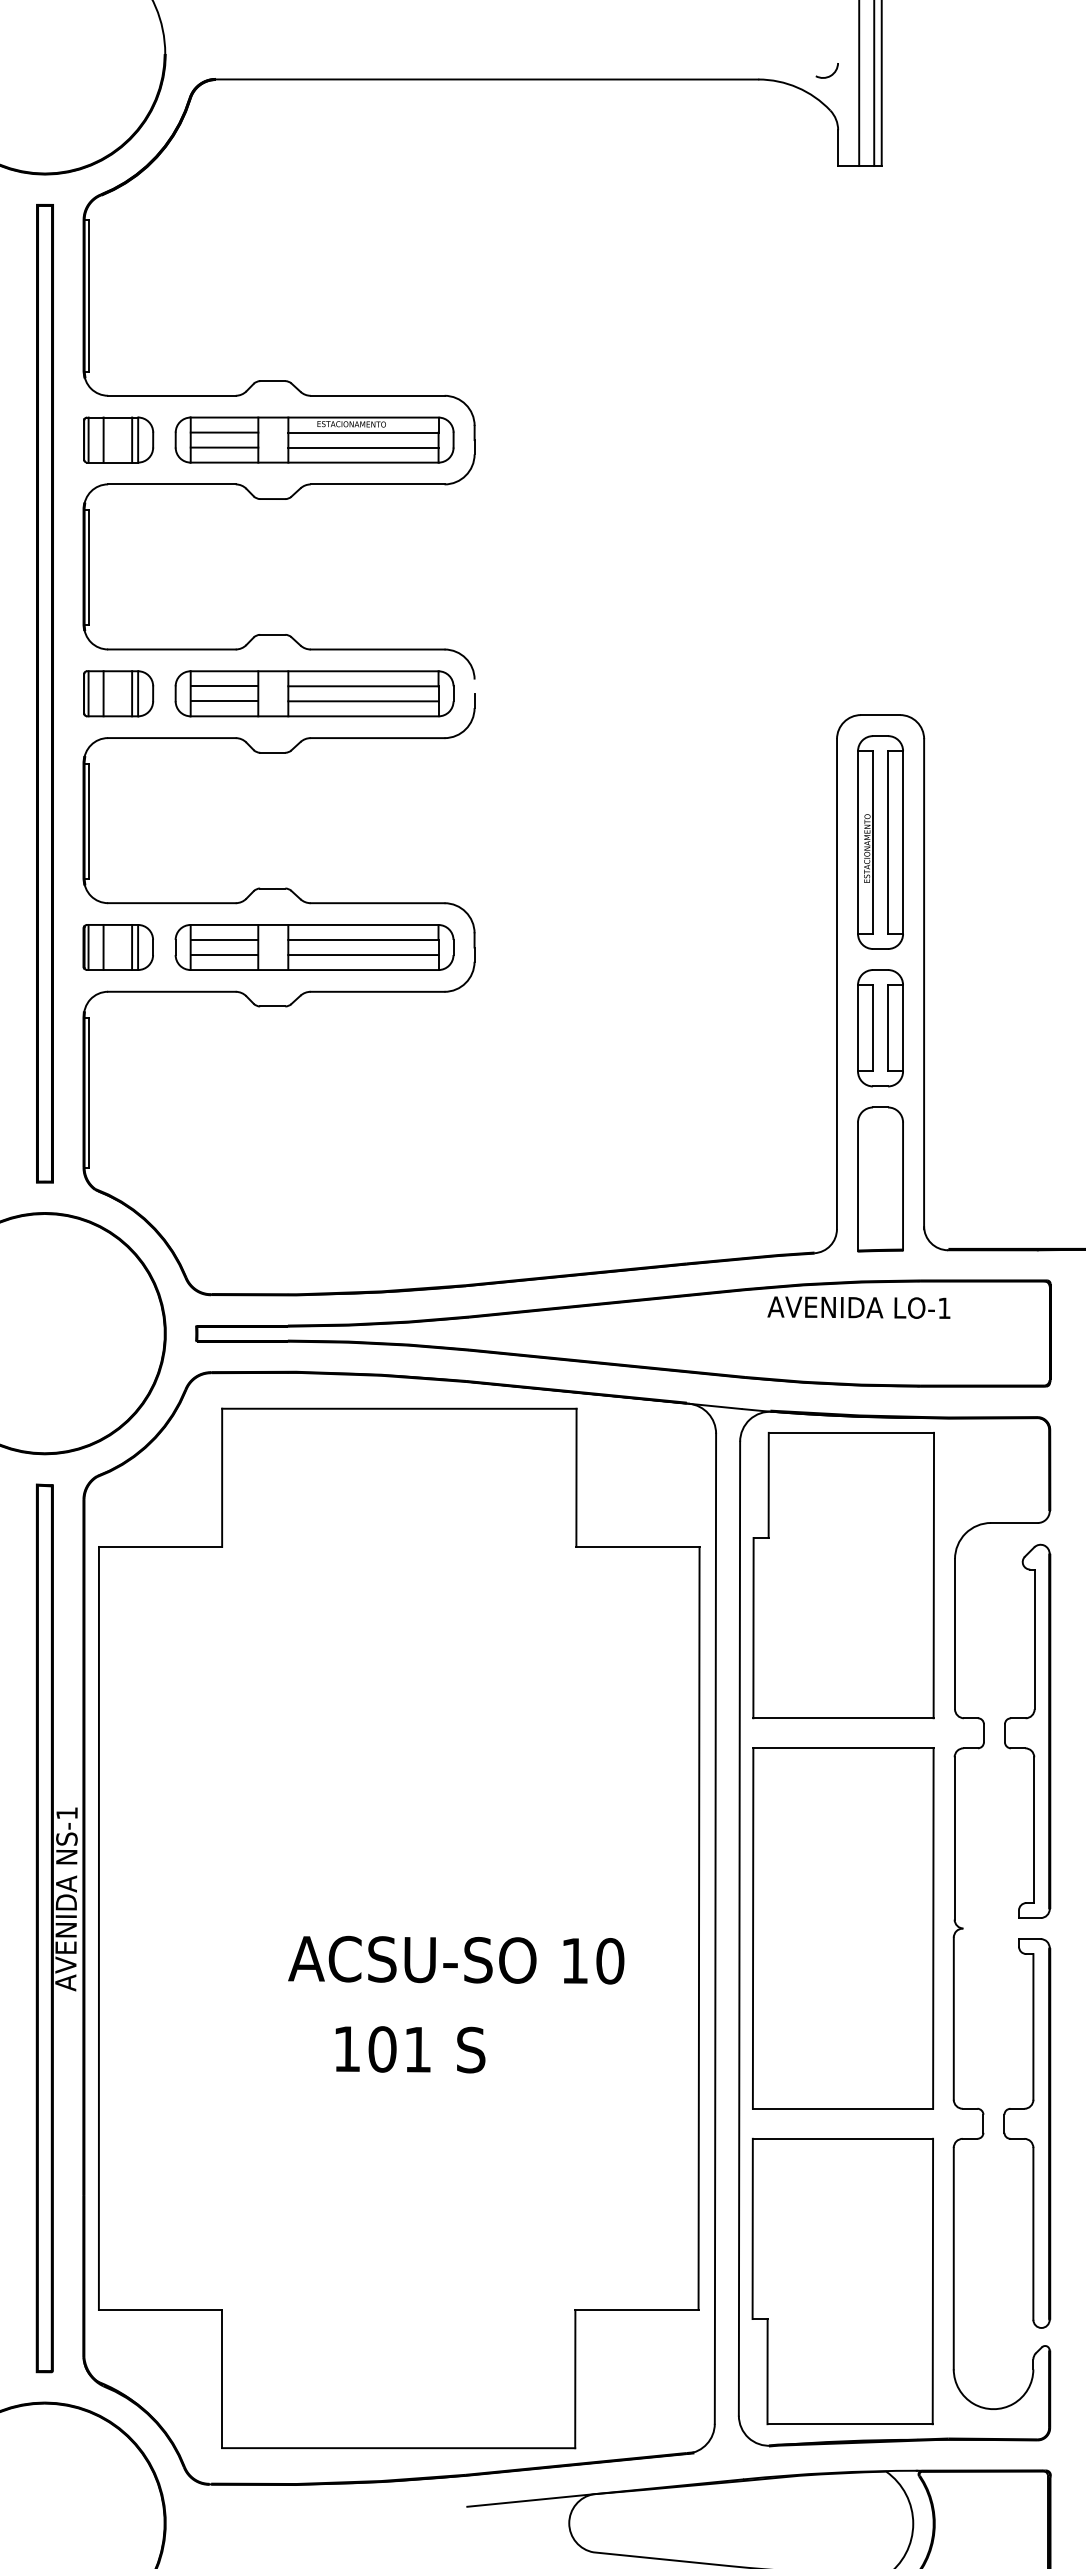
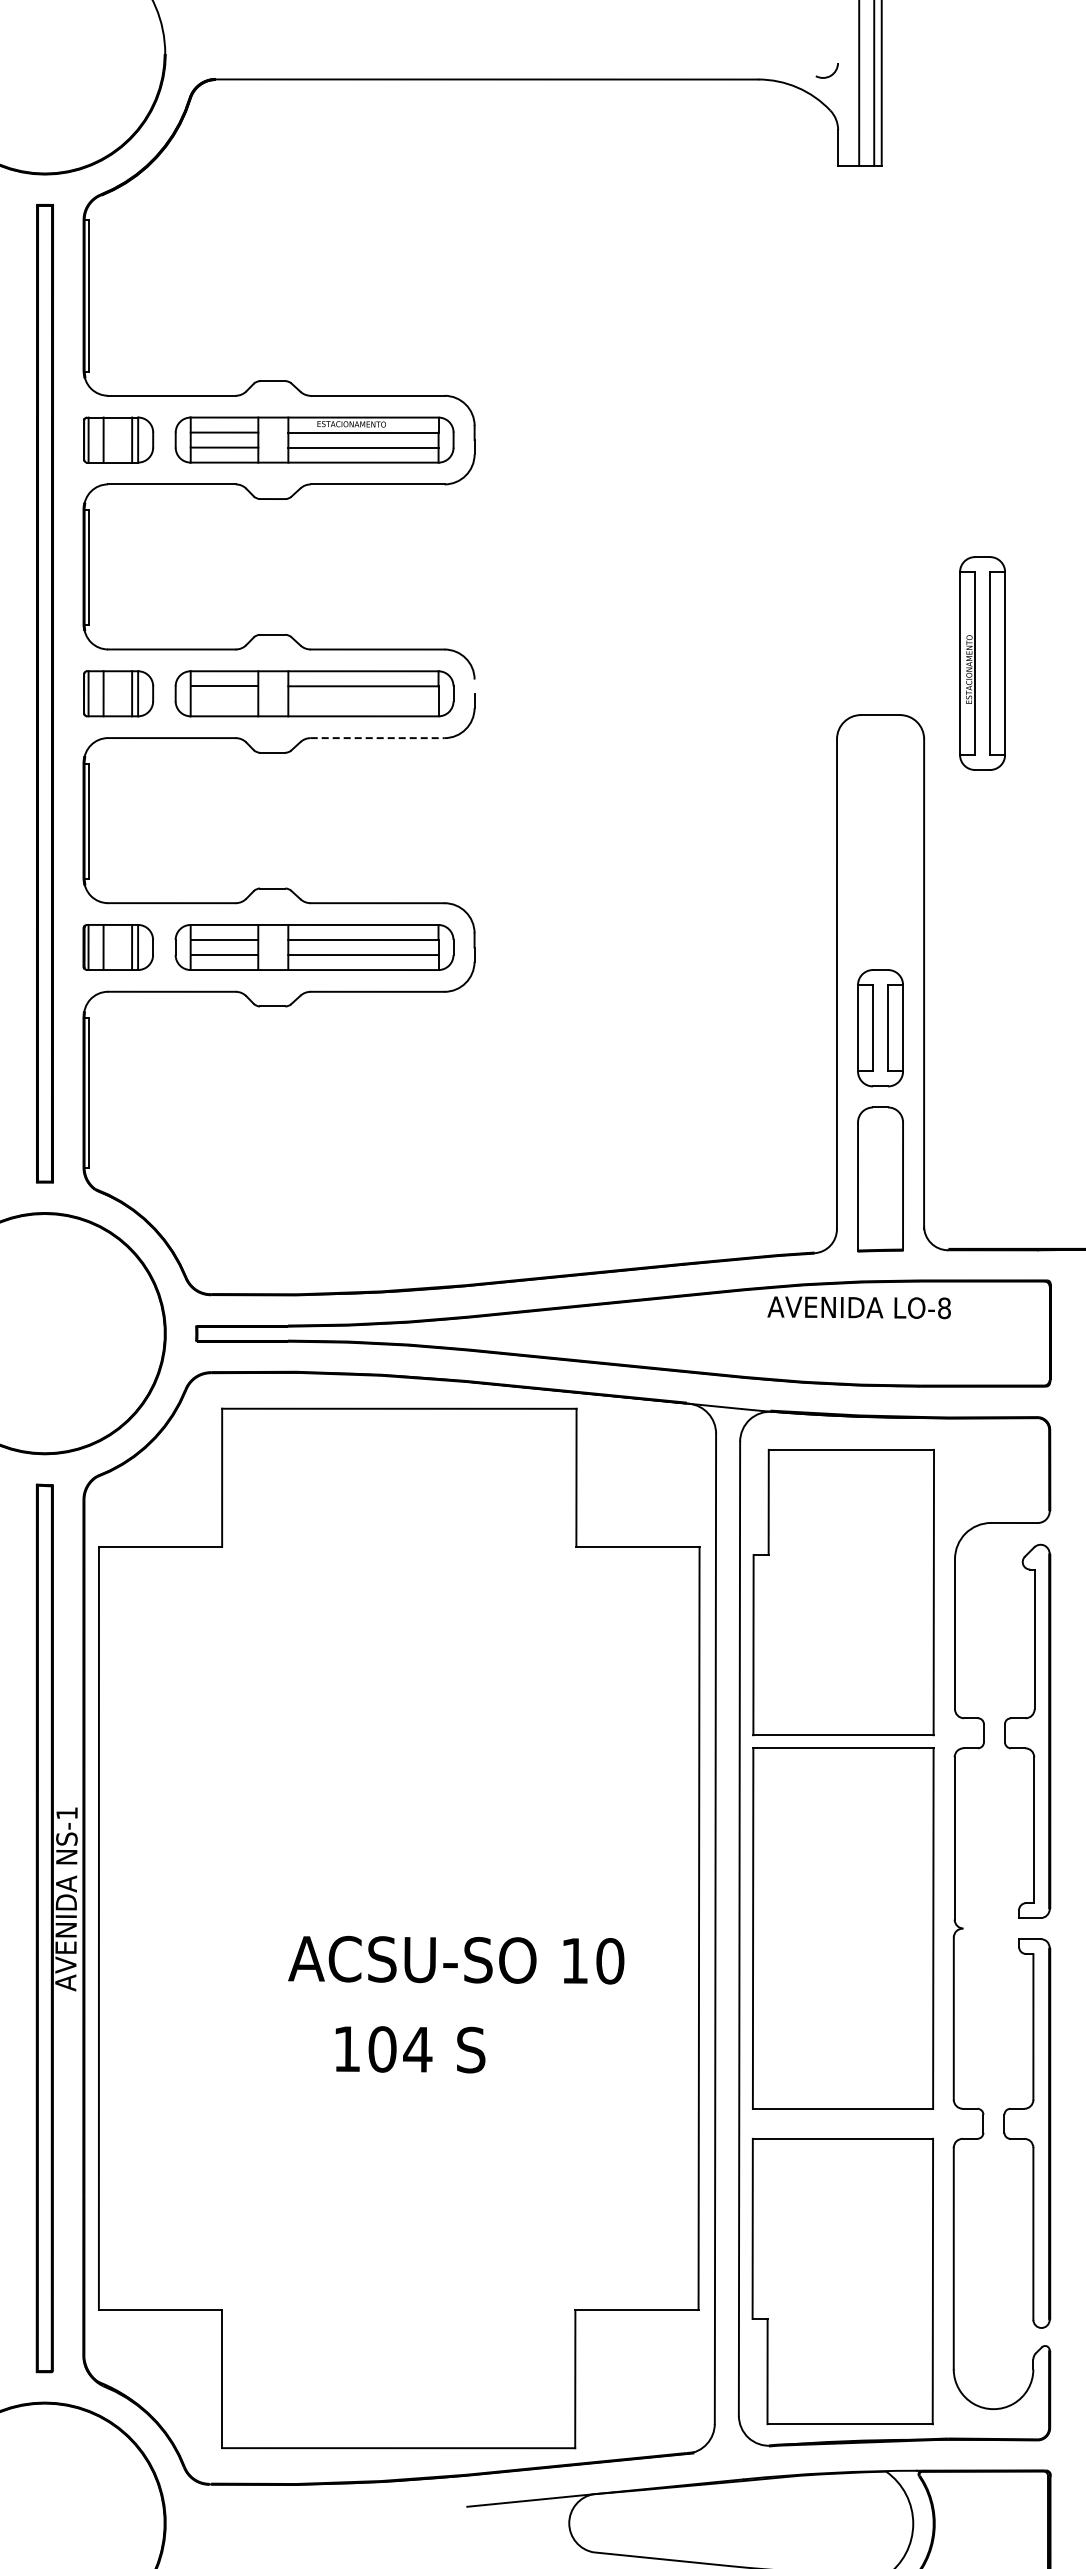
line at (224, 701): present -> none
line at (363, 701): present -> none
line at (377, 738): solid -> dashed
part at (880, 842) position: (880, 842) -> (982, 663)
text at (944, 1308): LO-1 -> LO-8
part at (843, 1575) position: (843, 1575) -> (843, 1592)
text at (417, 2049): 101 -> 104
